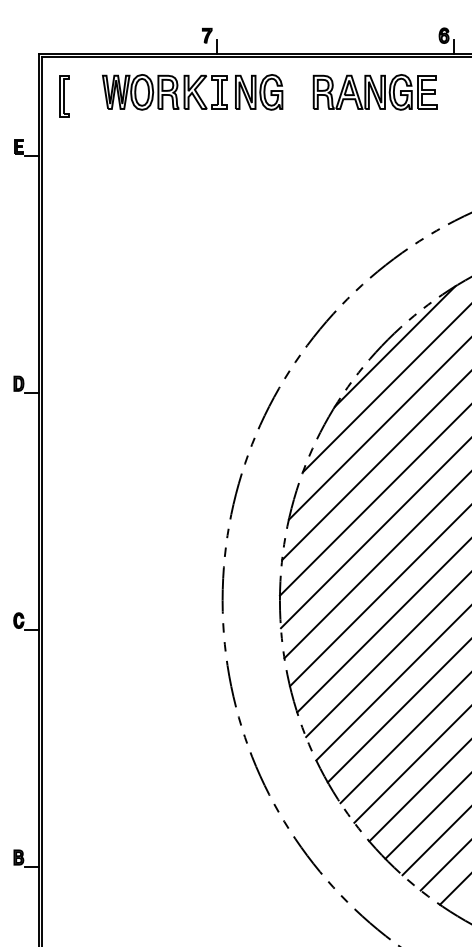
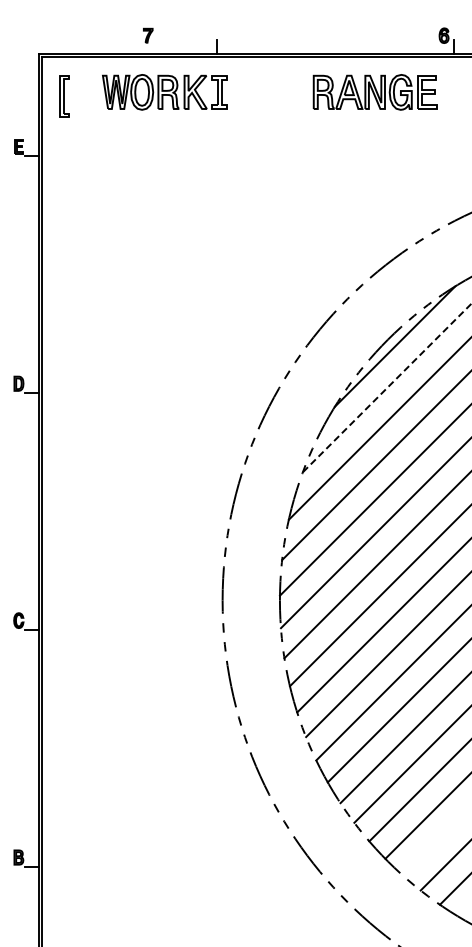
part at (207, 35) position: (207, 35) -> (148, 35)
part at (259, 92): present -> none
line at (387, 387): solid -> dashed
line at (435, 842): present -> none
